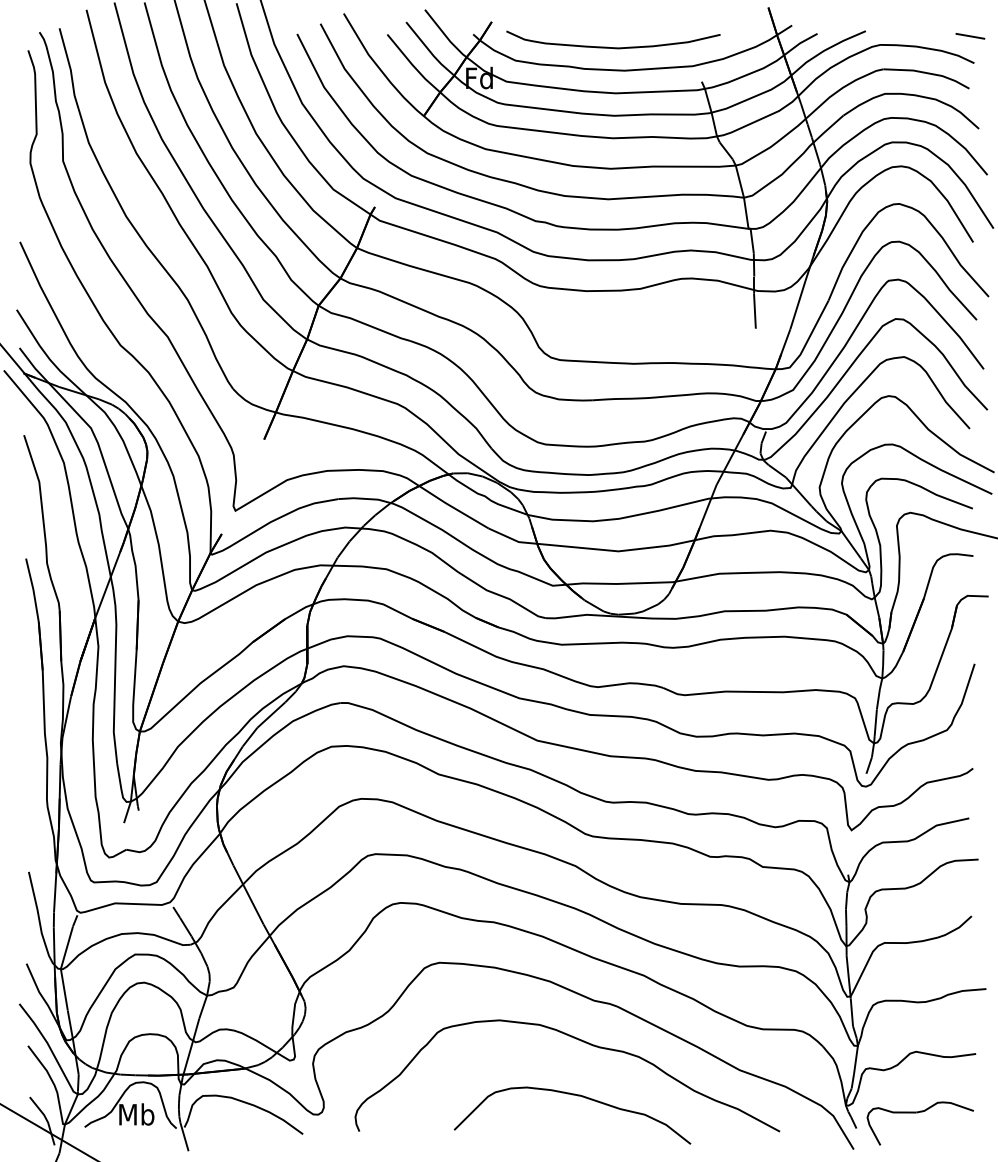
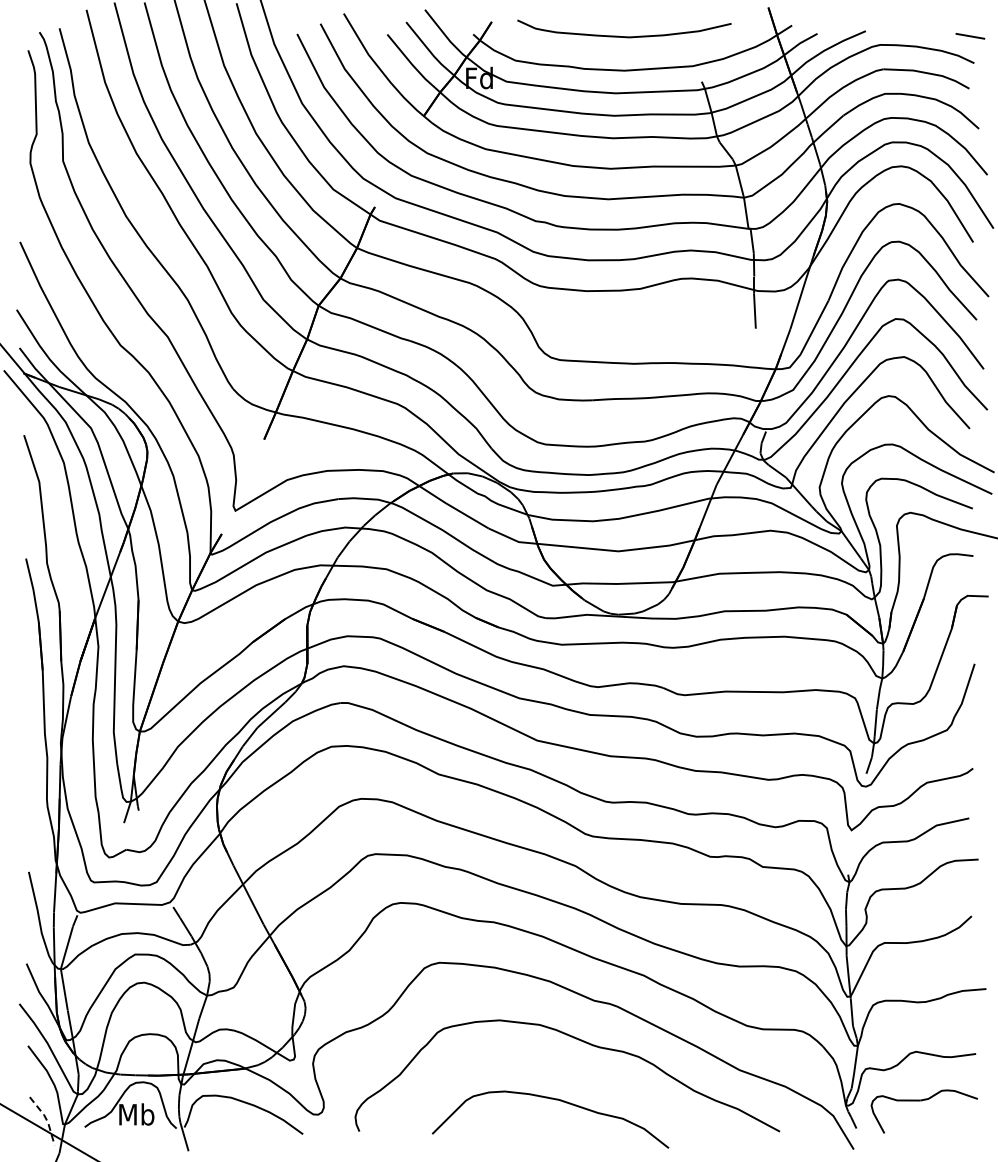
curve at (613, 47) position: (613, 47) -> (624, 36)
curve at (577, 1096) position: (577, 1096) -> (555, 1100)
part at (918, 1113) position: (918, 1113) -> (922, 1101)
line at (46, 1119): solid -> dashed
